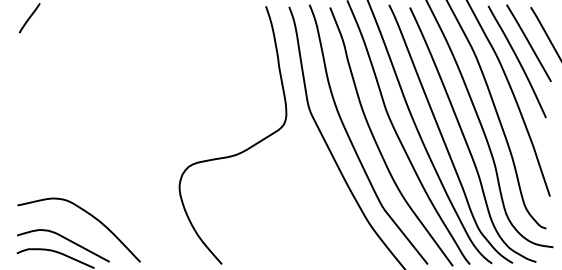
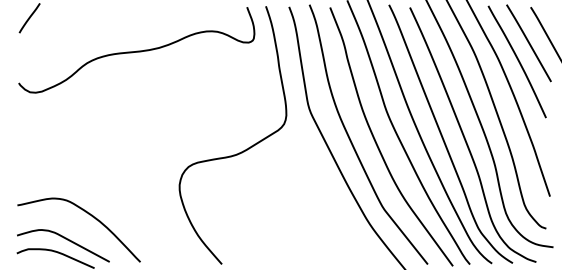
curve at (136, 50): none -> present
